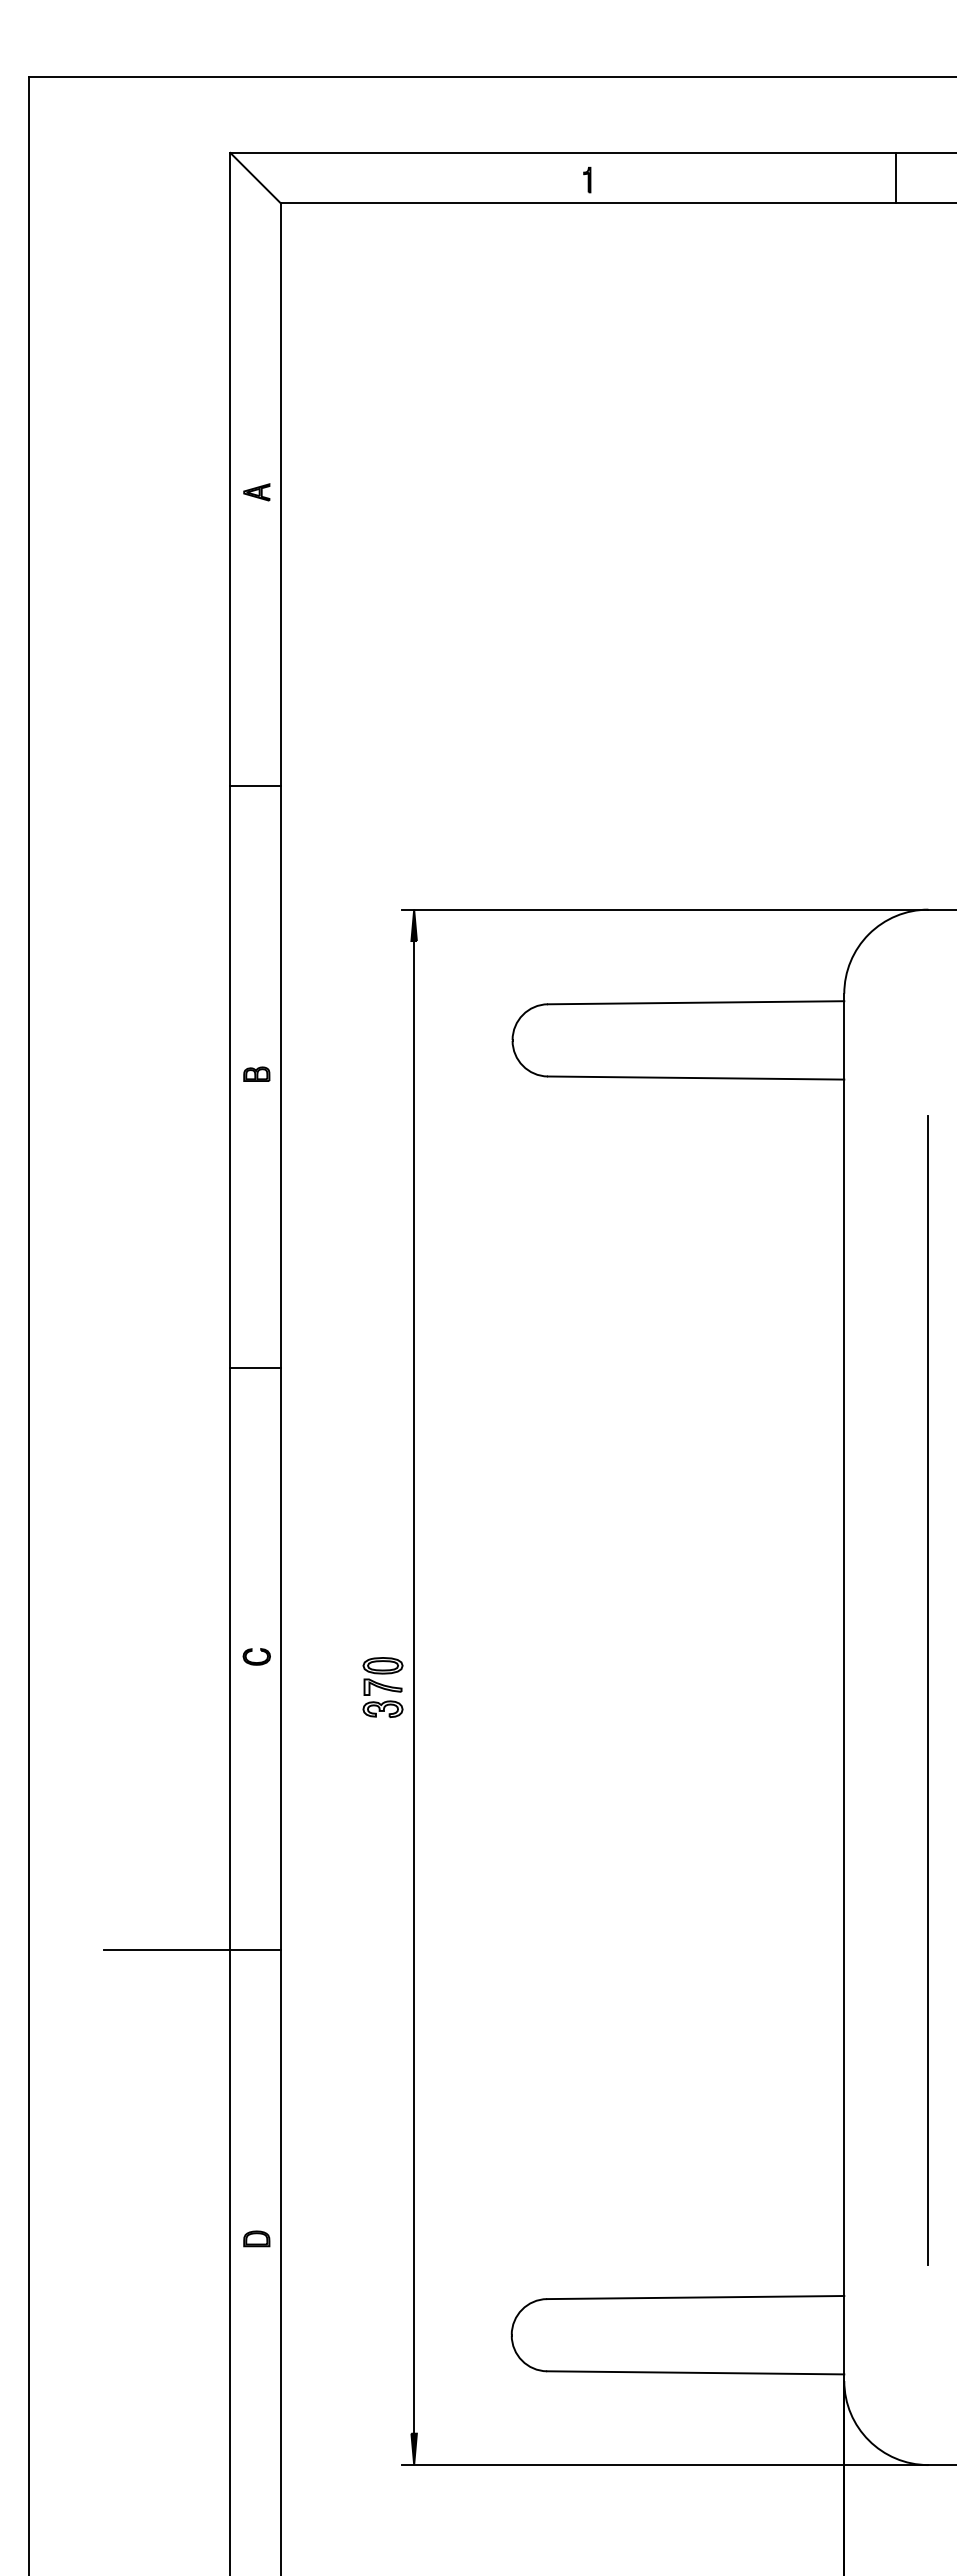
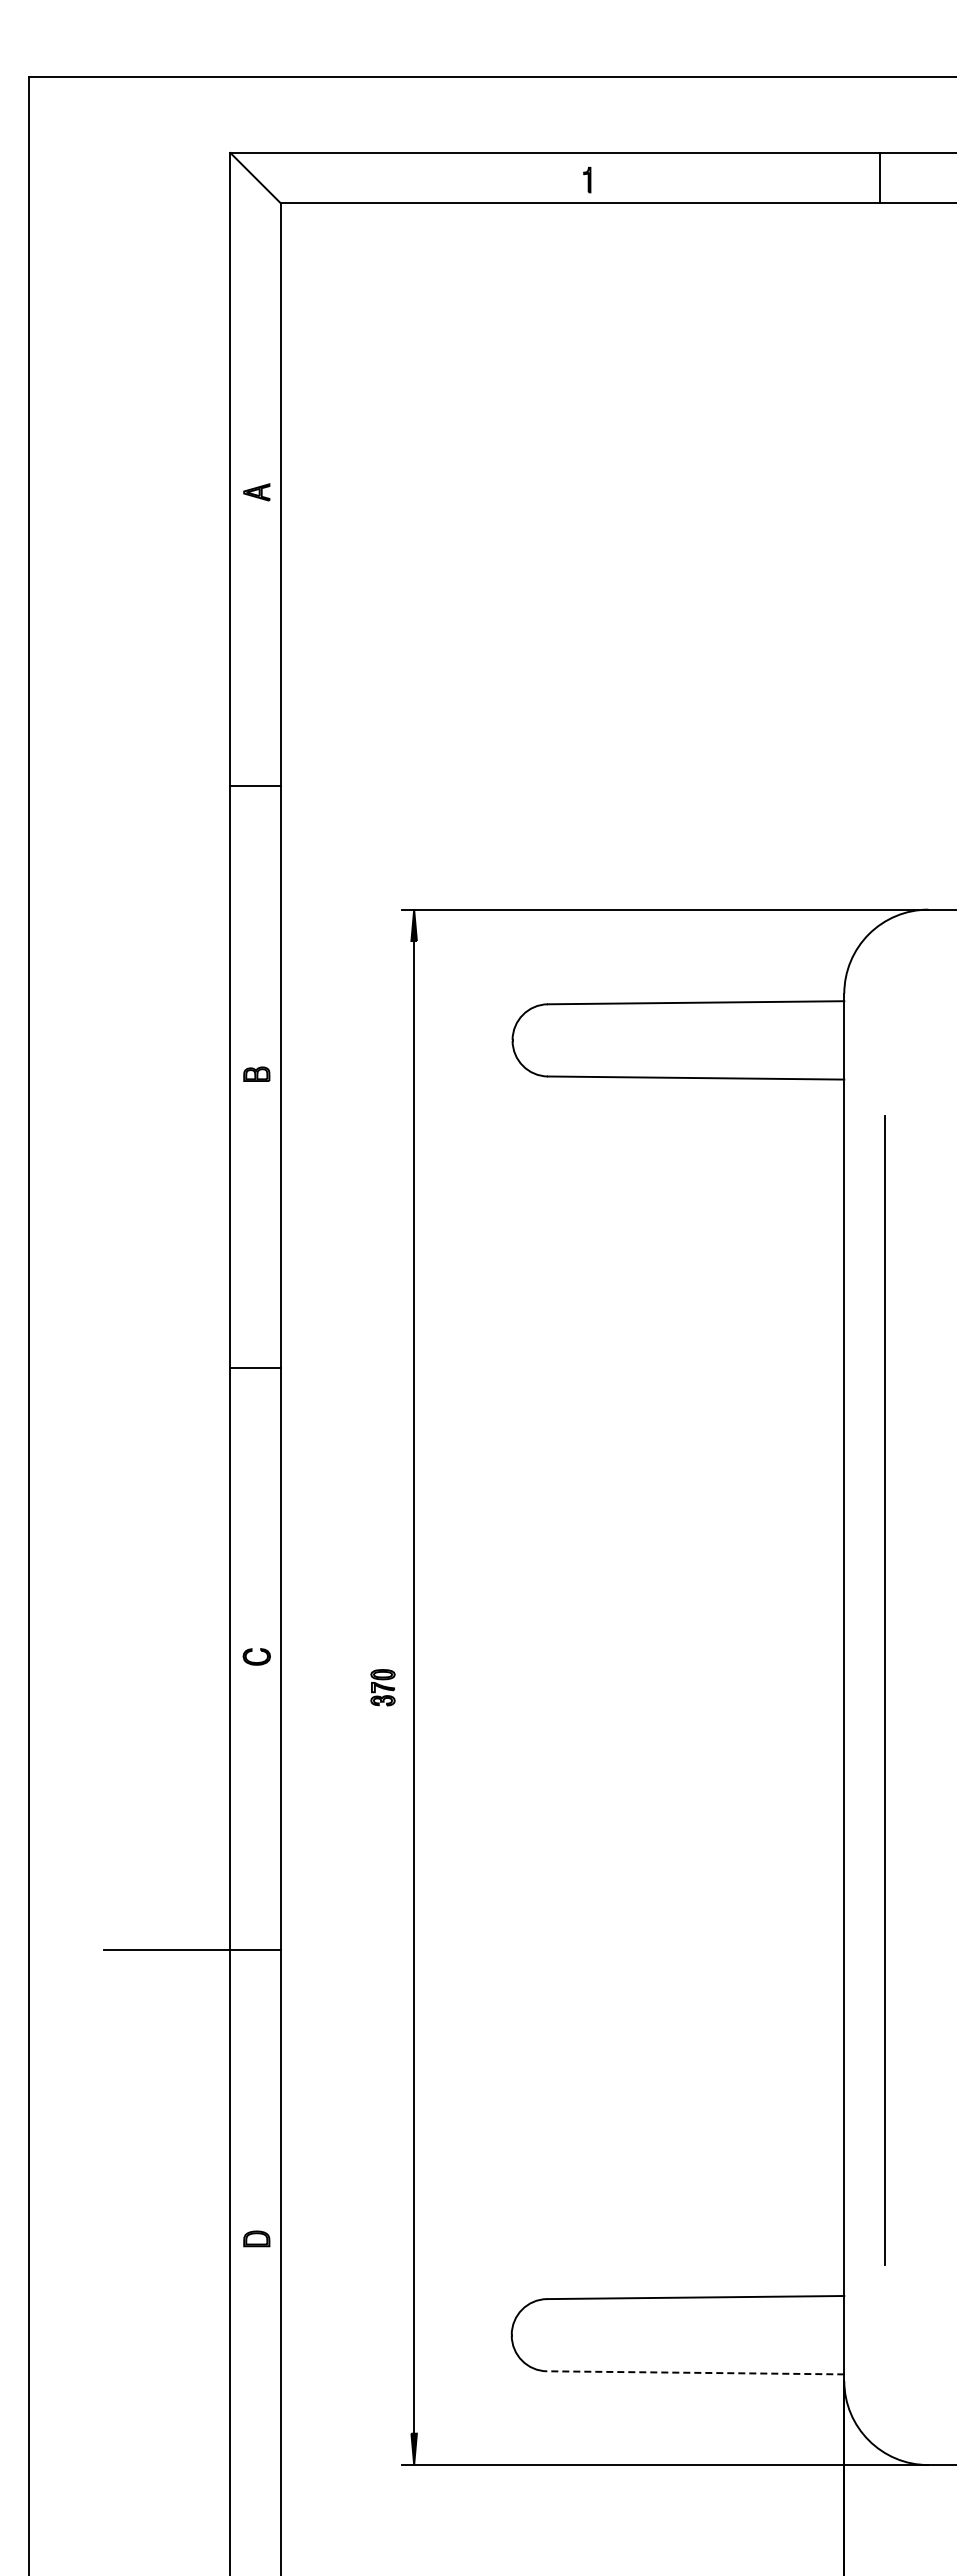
line at (895, 177) position: (895, 177) -> (879, 177)
part at (382, 1687) size: 42x62 px -> 26x38 px
line at (927, 1690) position: (927, 1690) -> (884, 1690)
line at (695, 2372): solid -> dashed
